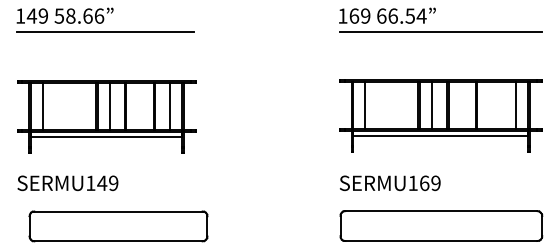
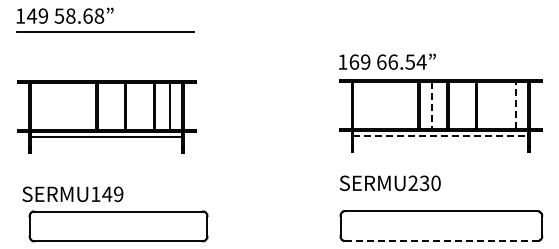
text at (99, 15): 58.66 -> 58.68
text at (387, 15) position: (387, 15) -> (387, 61)
line at (440, 32): present -> none
line at (365, 105): present -> none
line at (516, 105): solid -> dashed
line at (42, 106): present -> none
line at (109, 106): present -> none
line at (431, 106): solid -> dashed
line at (440, 135): solid -> dashed
text at (424, 182): SERMU169 -> SERMU230
text at (67, 183) position: (67, 183) -> (72, 194)
line at (441, 240): solid -> dashed
